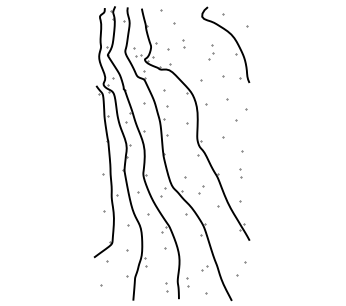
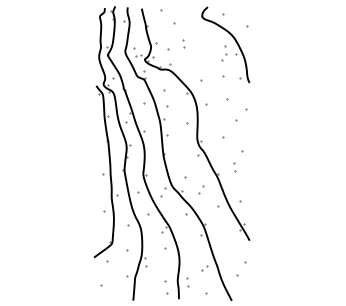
part at (211, 52) position: (211, 52) -> (224, 53)
part at (240, 173) position: (240, 173) -> (234, 167)
part at (166, 287) size: 4x11 px -> 5x15 px
